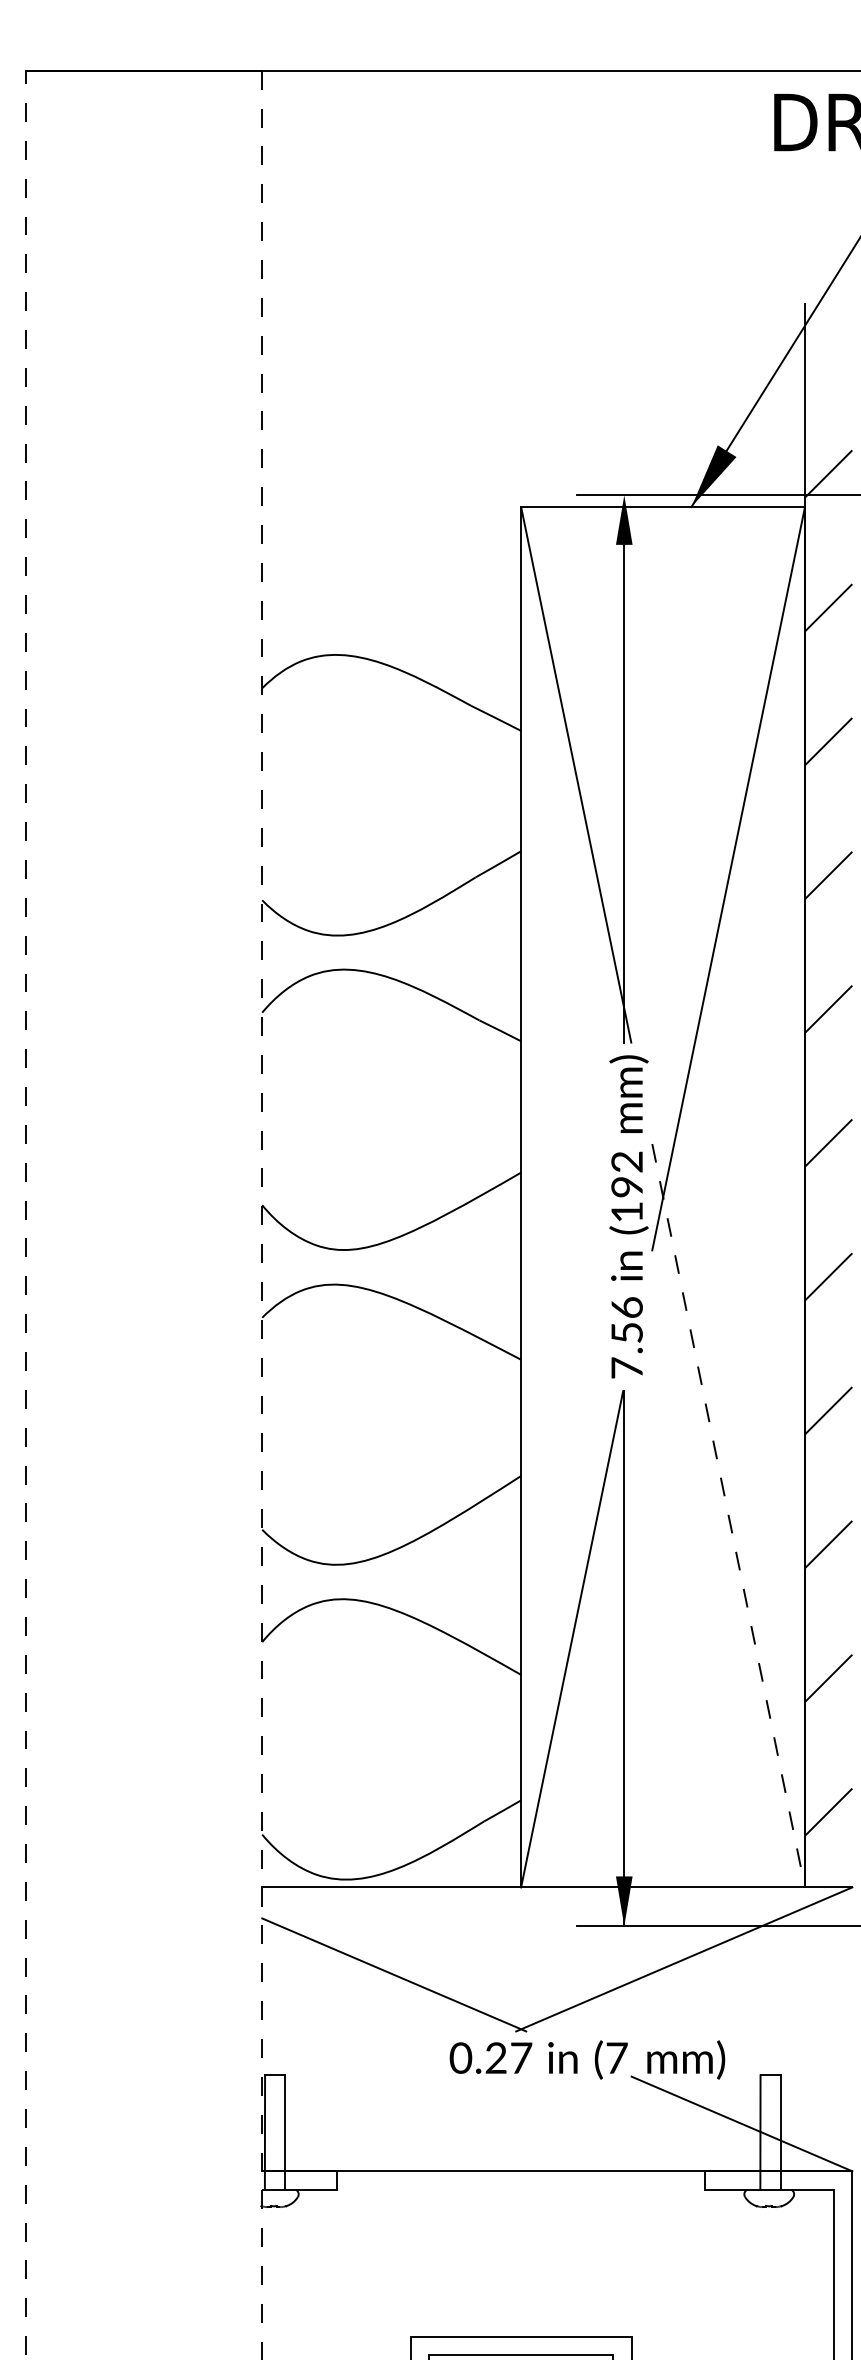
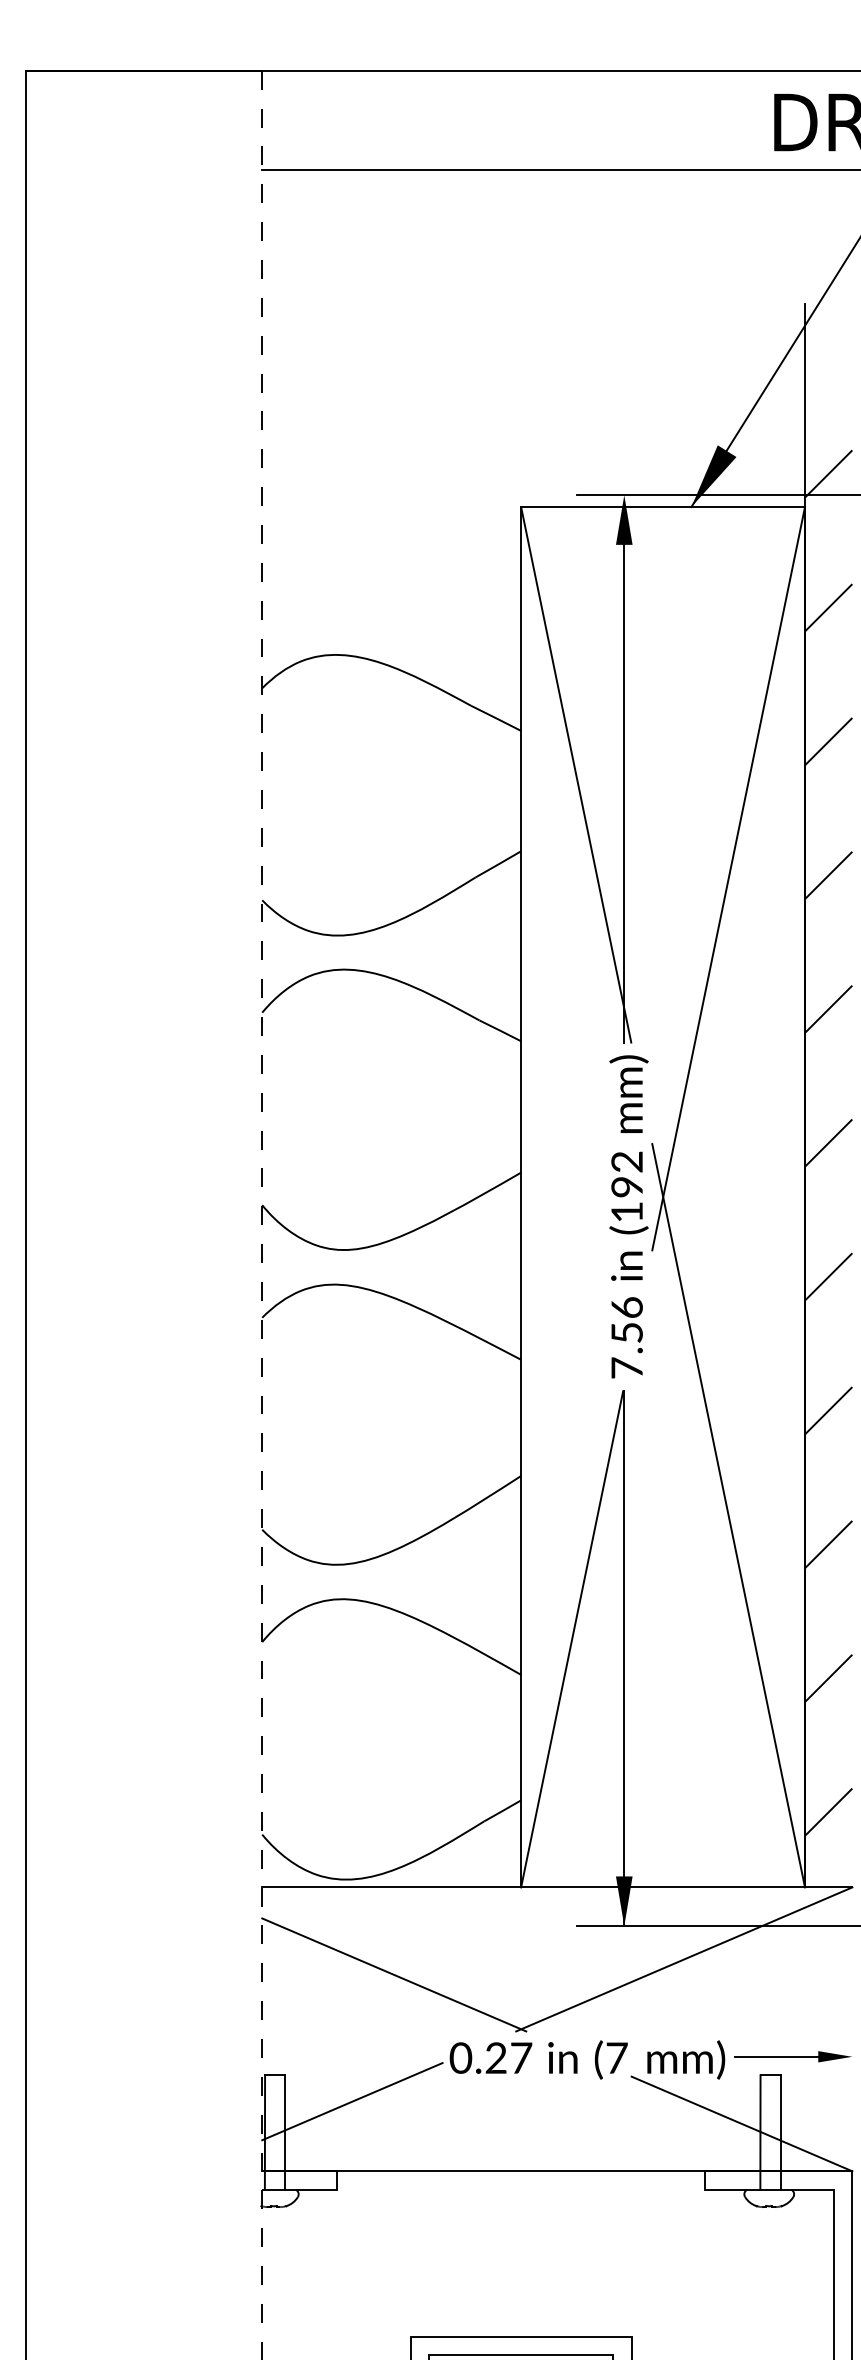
line at (559, 170): none -> present
line at (25, 1214): dashed -> solid
line at (728, 1516): dashed -> solid
part at (792, 2056): none -> present
line at (352, 2101): none -> present
